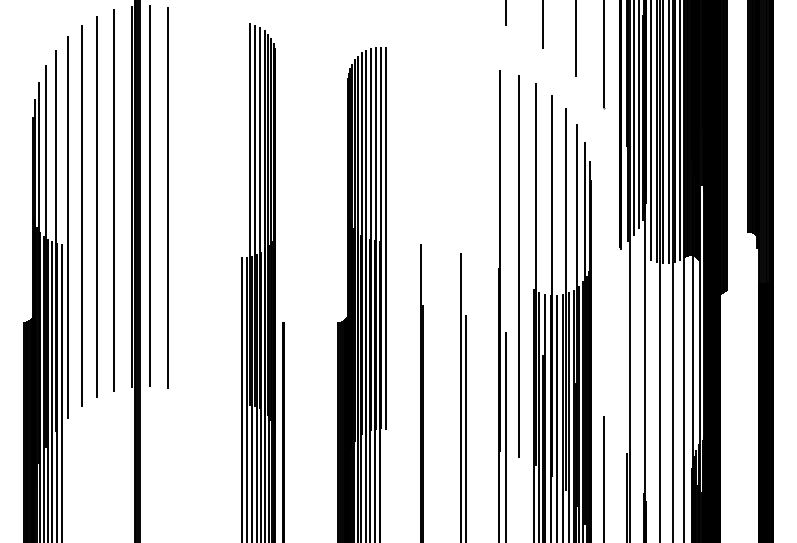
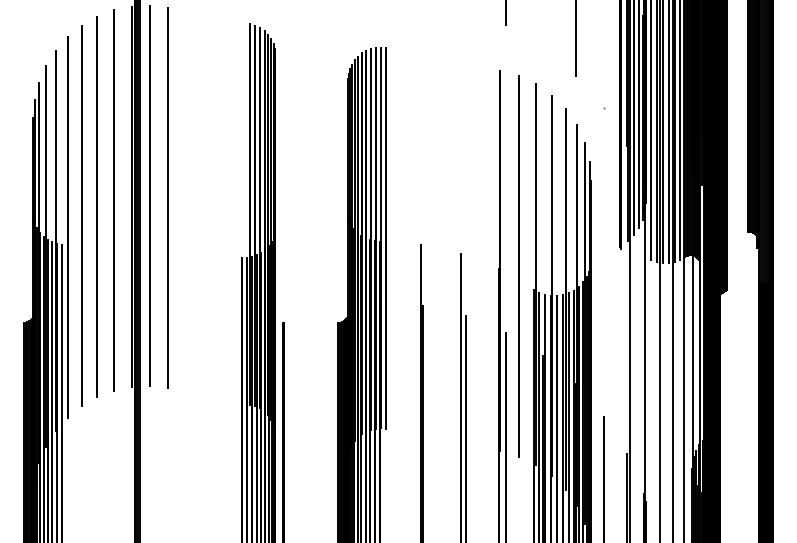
line at (542, 25): present -> none
line at (604, 55): present -> none
